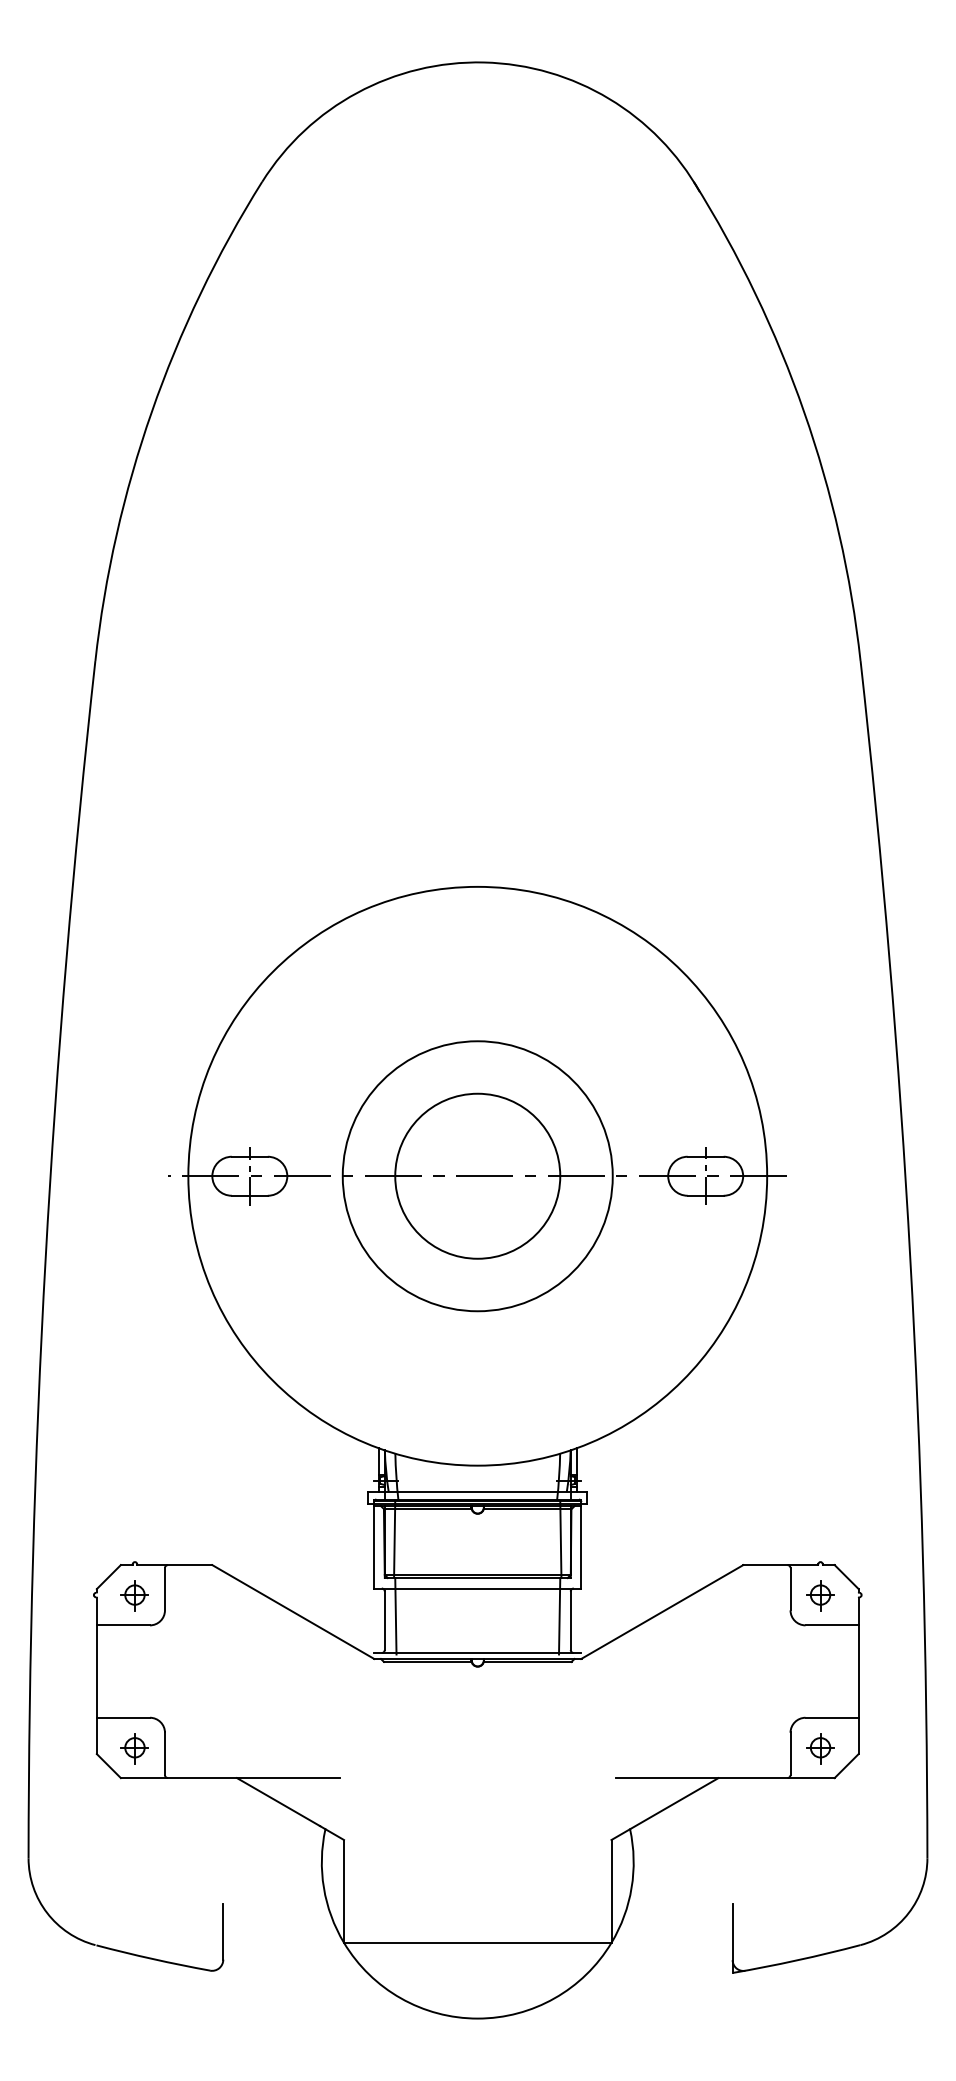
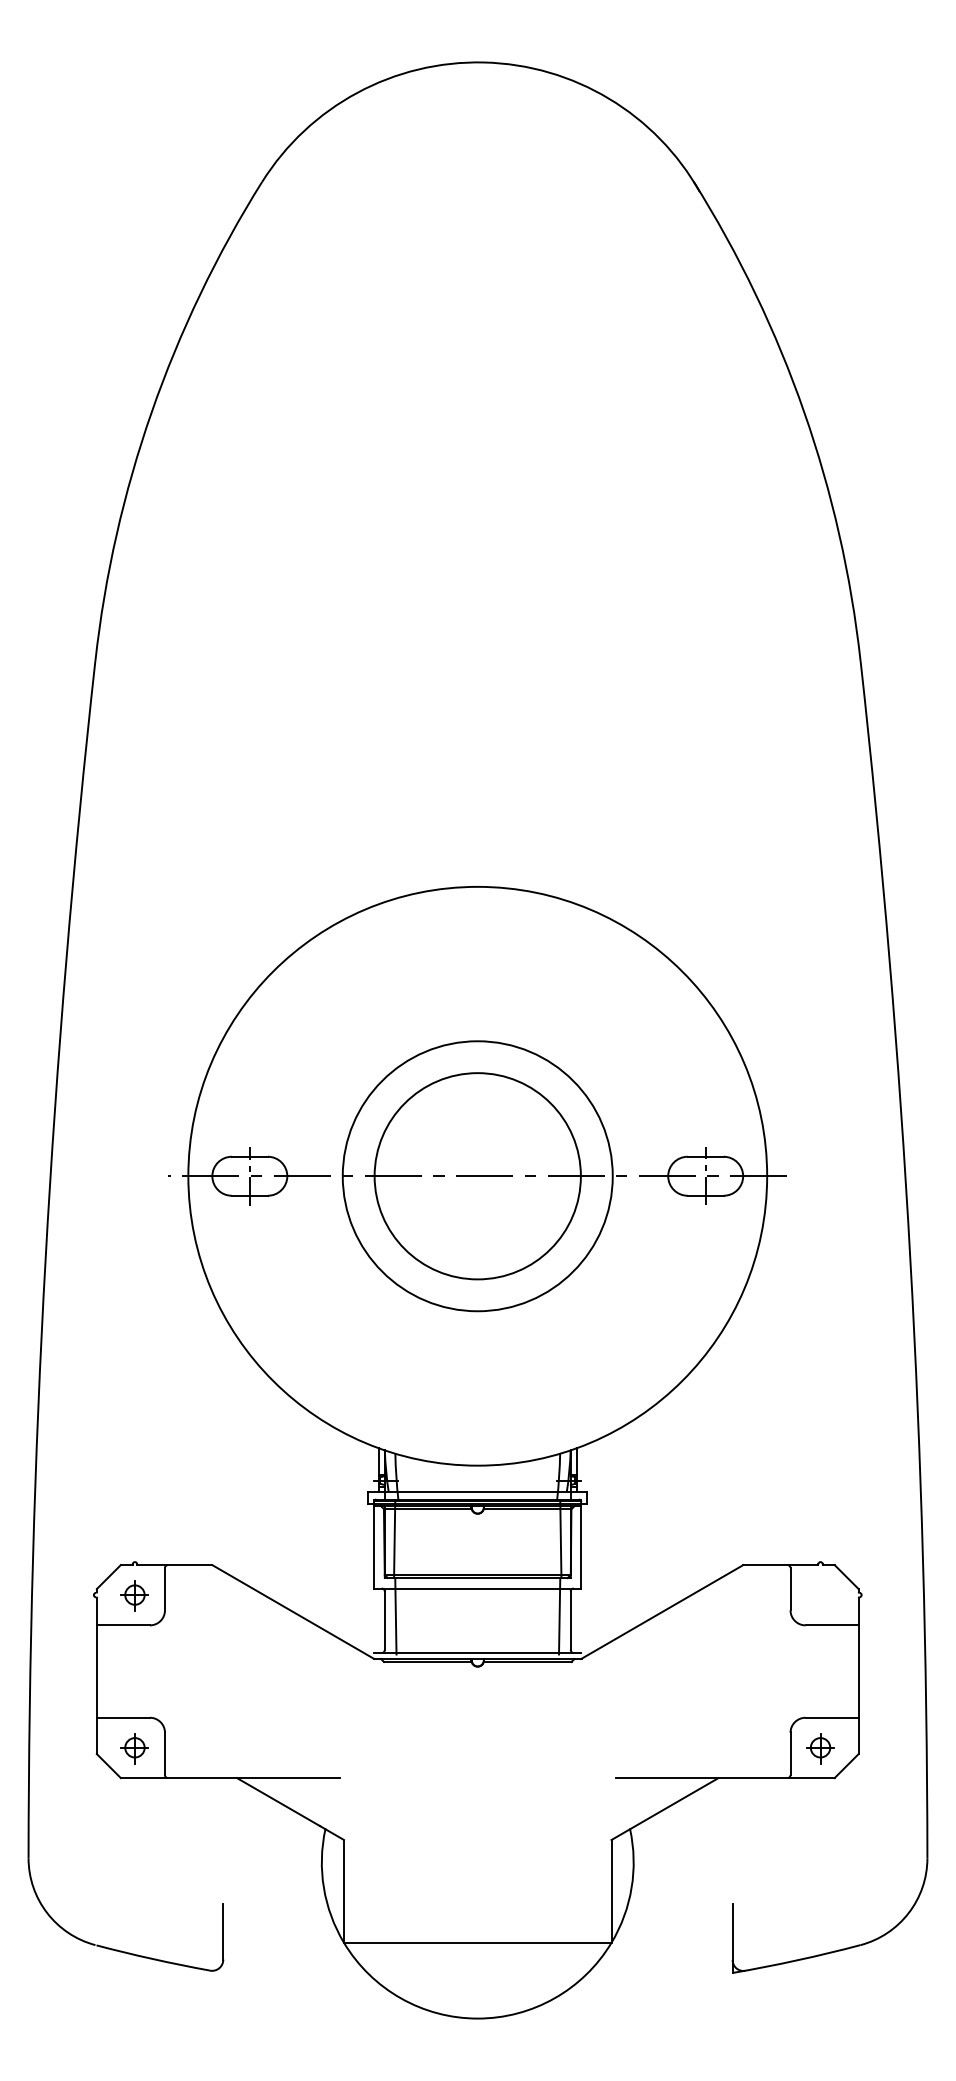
circle at (477, 1175) diameter: 165 px -> 206 px
part at (820, 1595): present -> none
